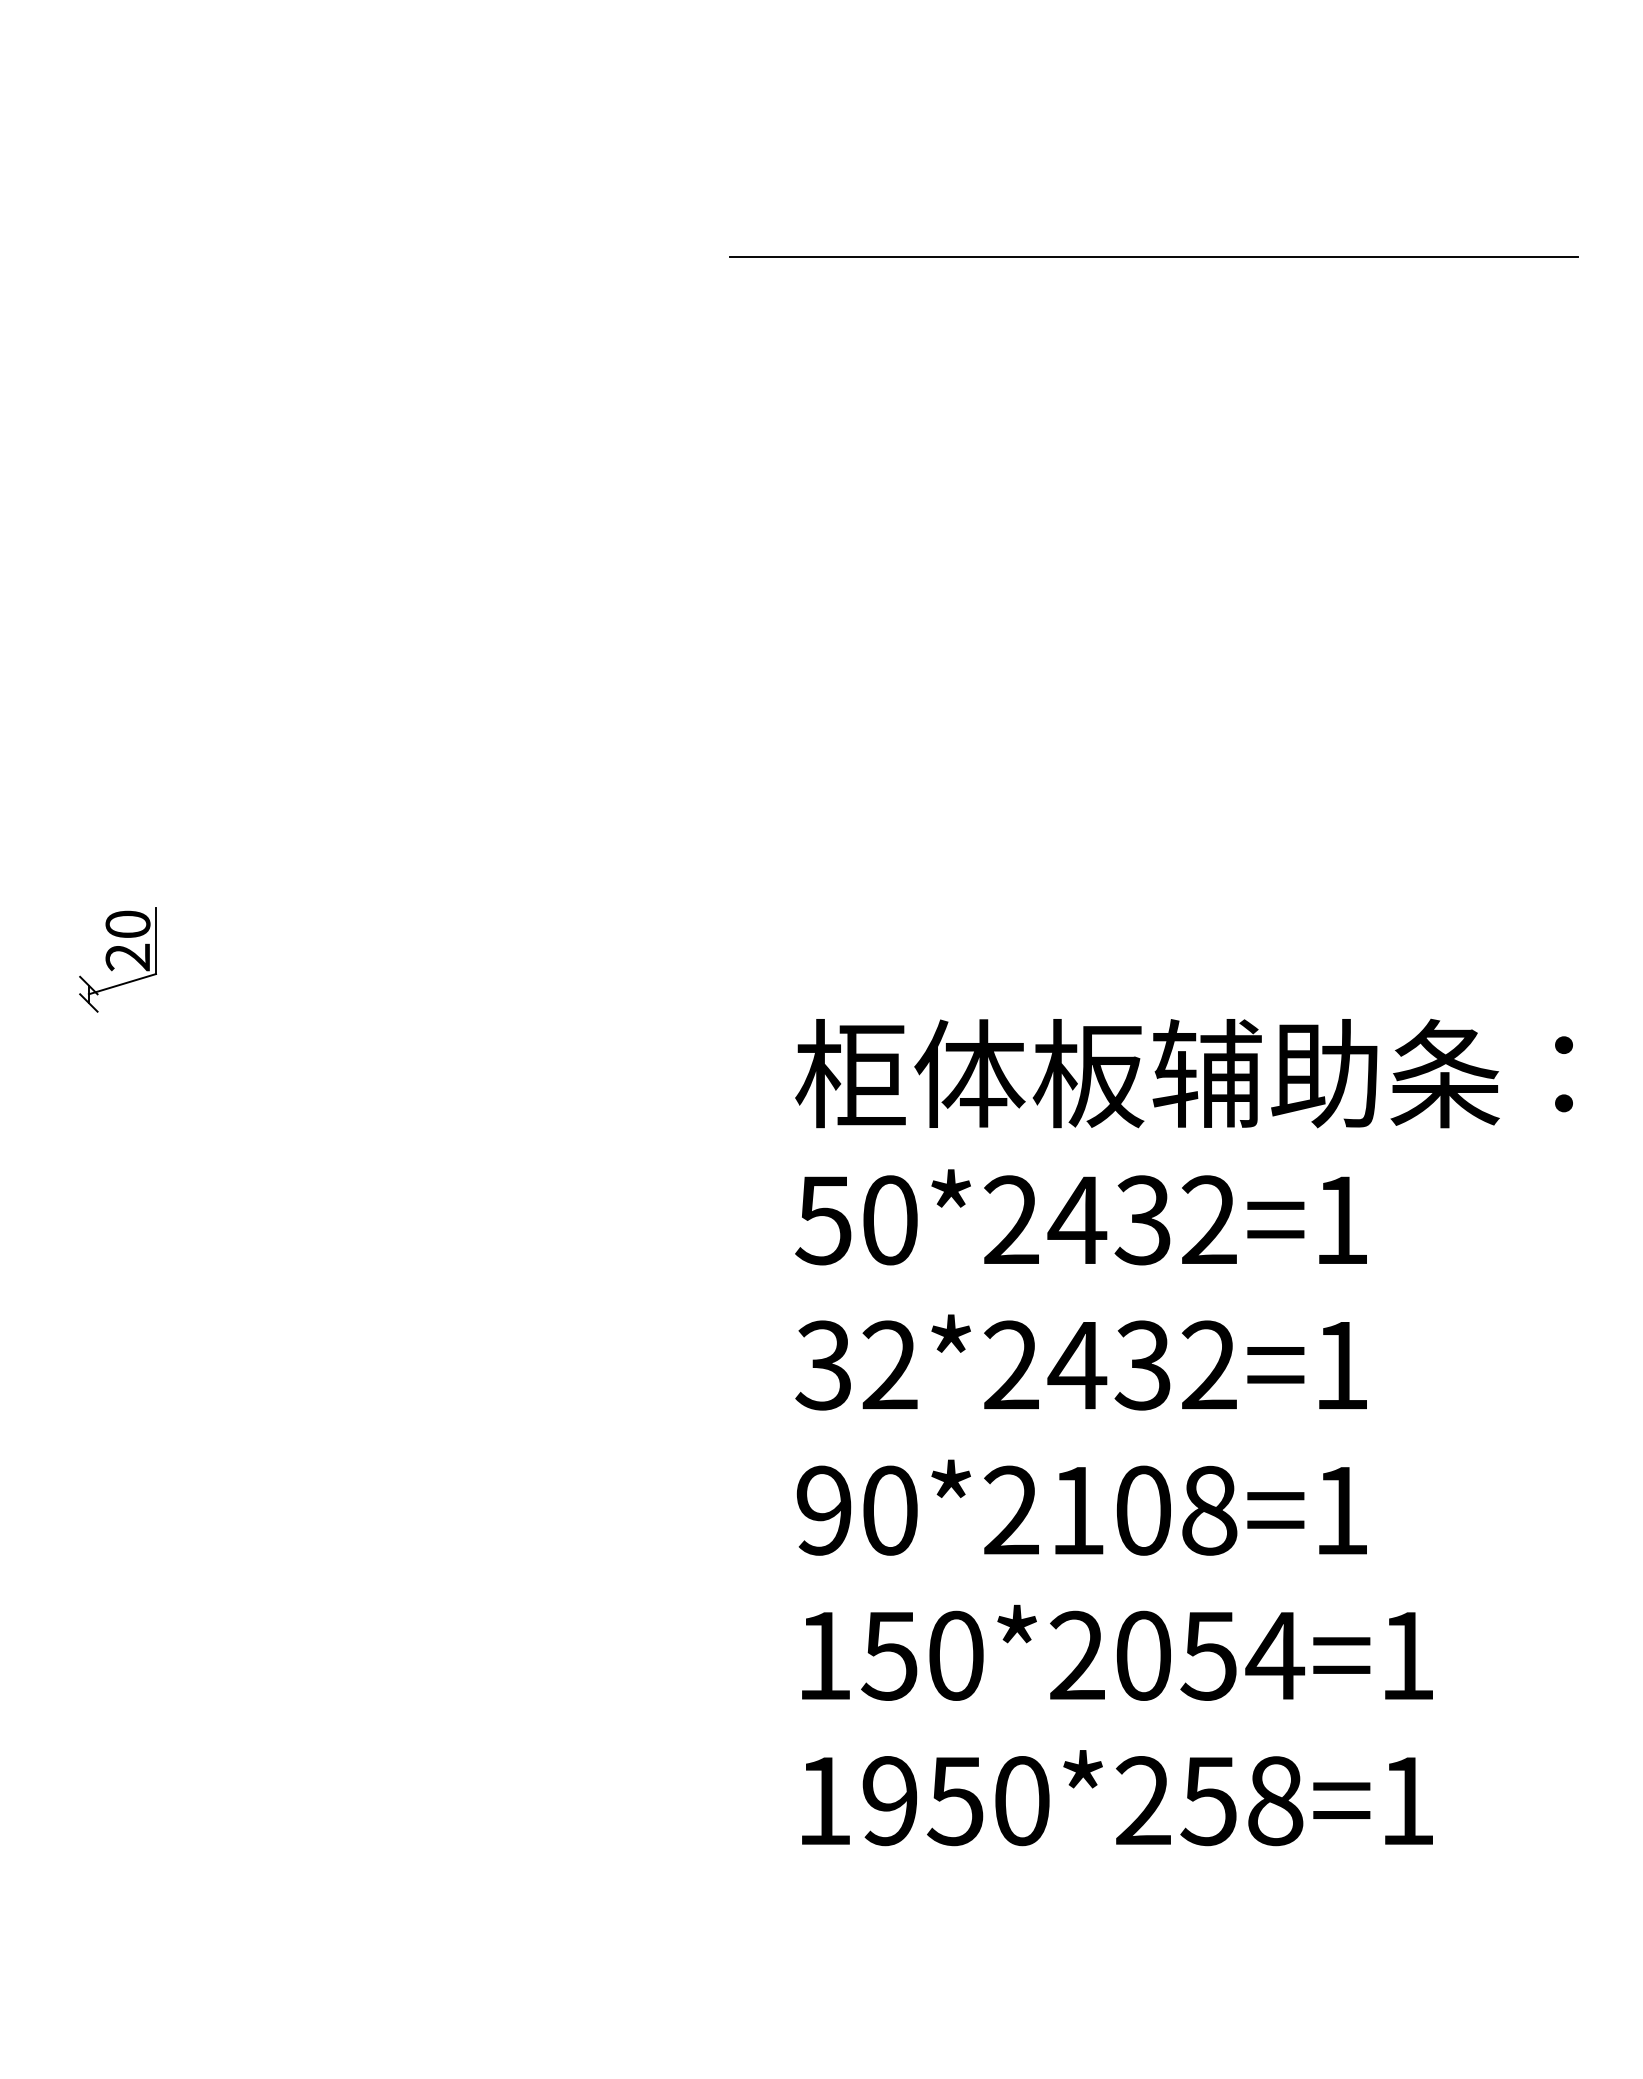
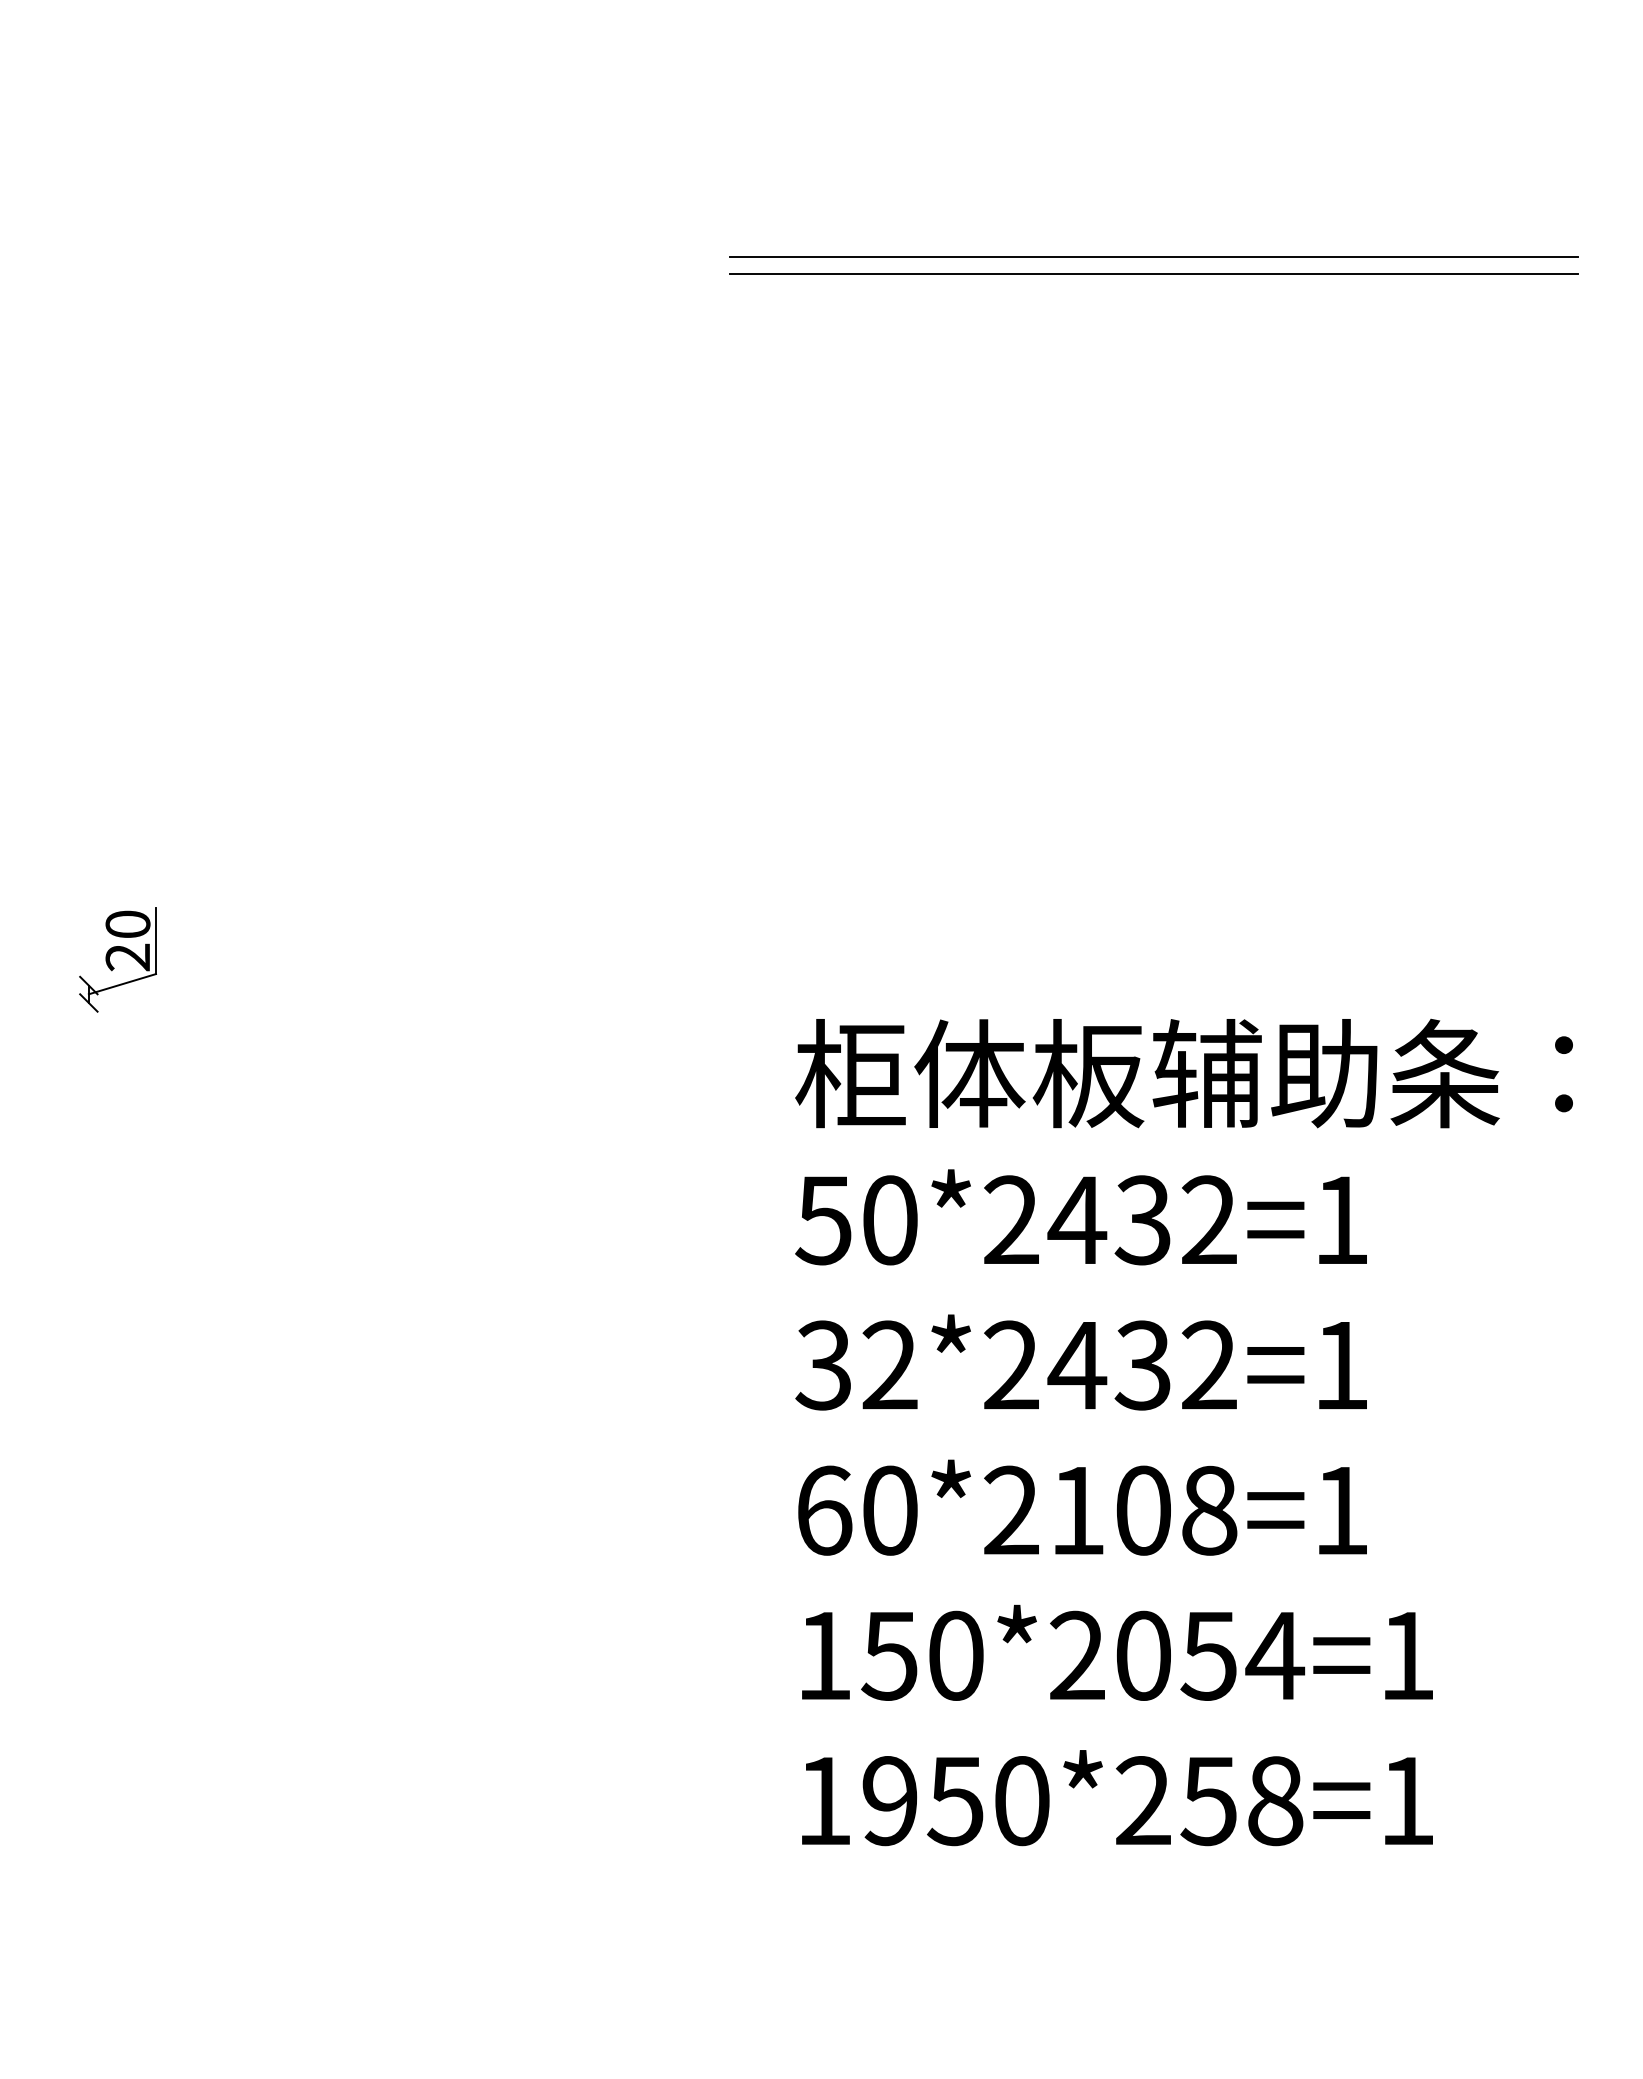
line at (1153, 273): none -> present
text at (824, 1510): 90*2108=1 -> 60*2108=1
